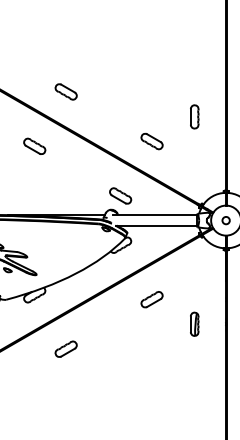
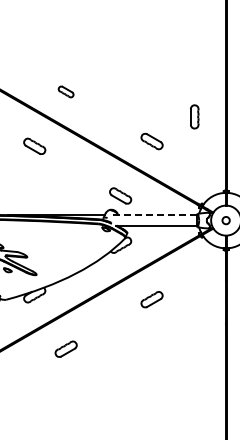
part at (65, 91) size: 24x18 px -> 18x14 px
line at (154, 215): solid -> dashed
part at (194, 323): present -> none
